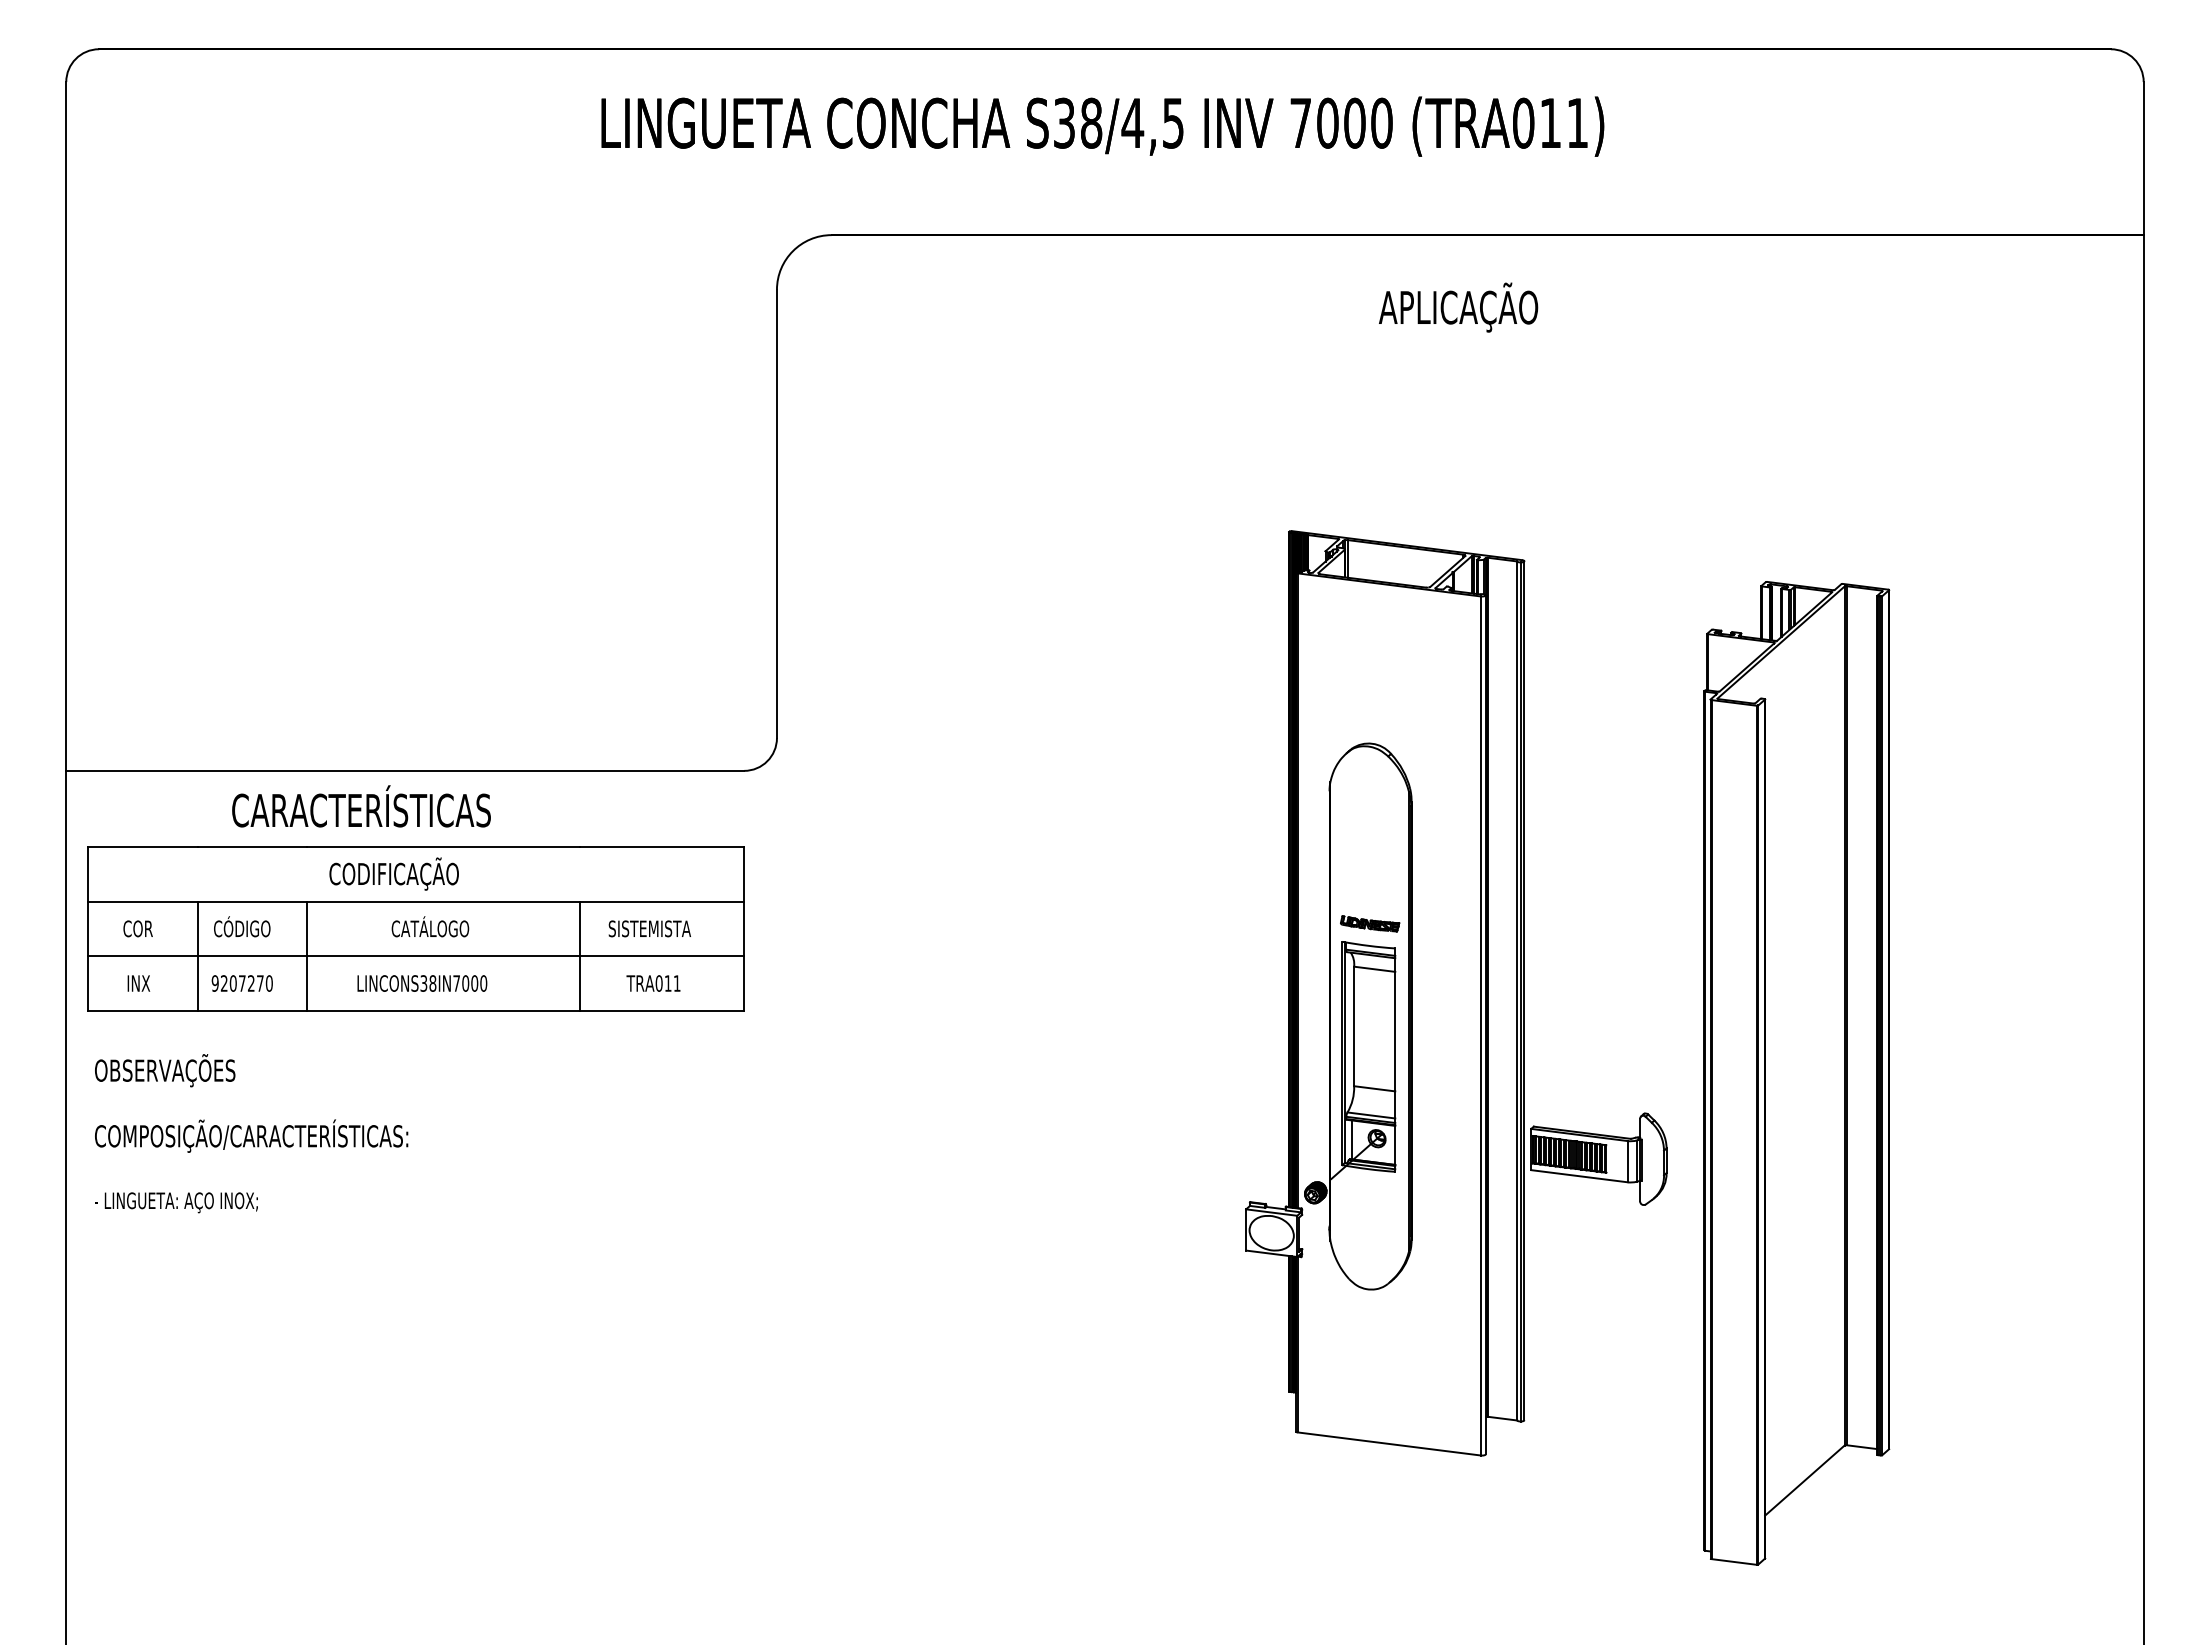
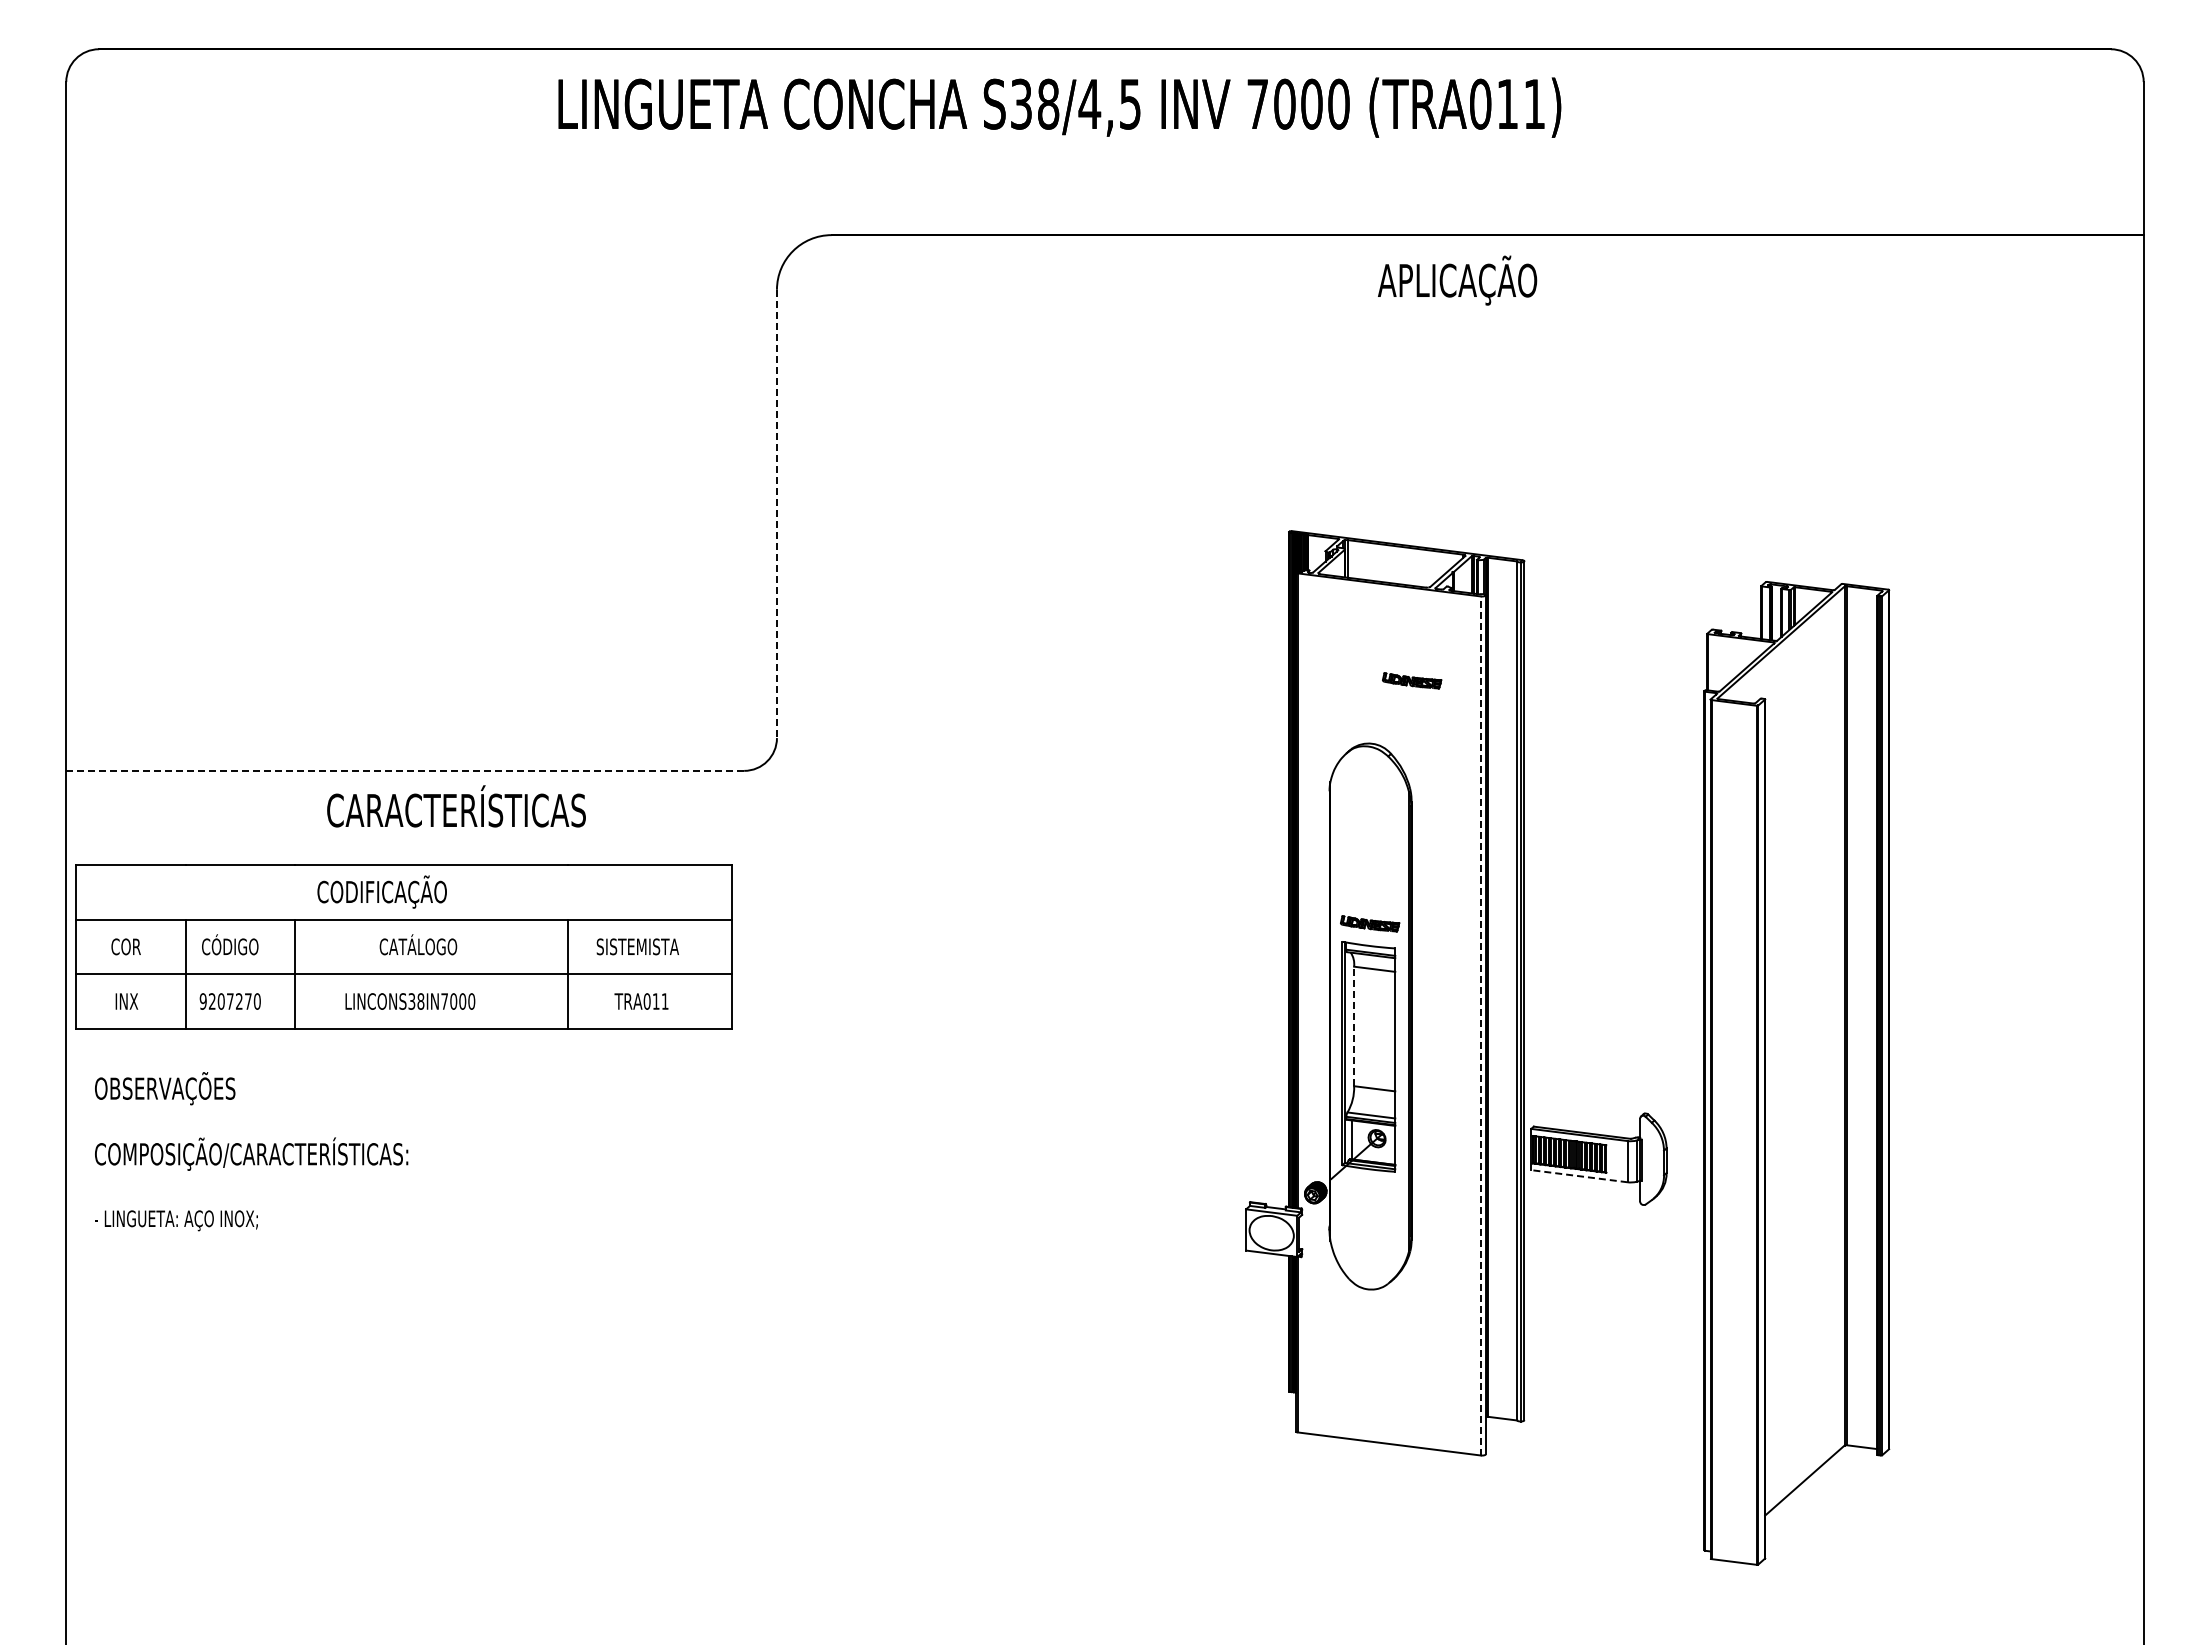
text at (1102, 126) position: (1102, 126) -> (1059, 107)
text at (1458, 307) position: (1458, 307) -> (1457, 280)
line at (776, 514): solid -> dashed
part at (1412, 680): none -> present
line at (405, 770): solid -> dashed
text at (361, 806) position: (361, 806) -> (456, 806)
part at (415, 928) position: (415, 928) -> (403, 946)
line at (1480, 1025): solid -> dashed
line at (1354, 1026): solid -> dashed
text at (251, 1133) position: (251, 1133) -> (251, 1151)
line at (1579, 1176): solid -> dashed
